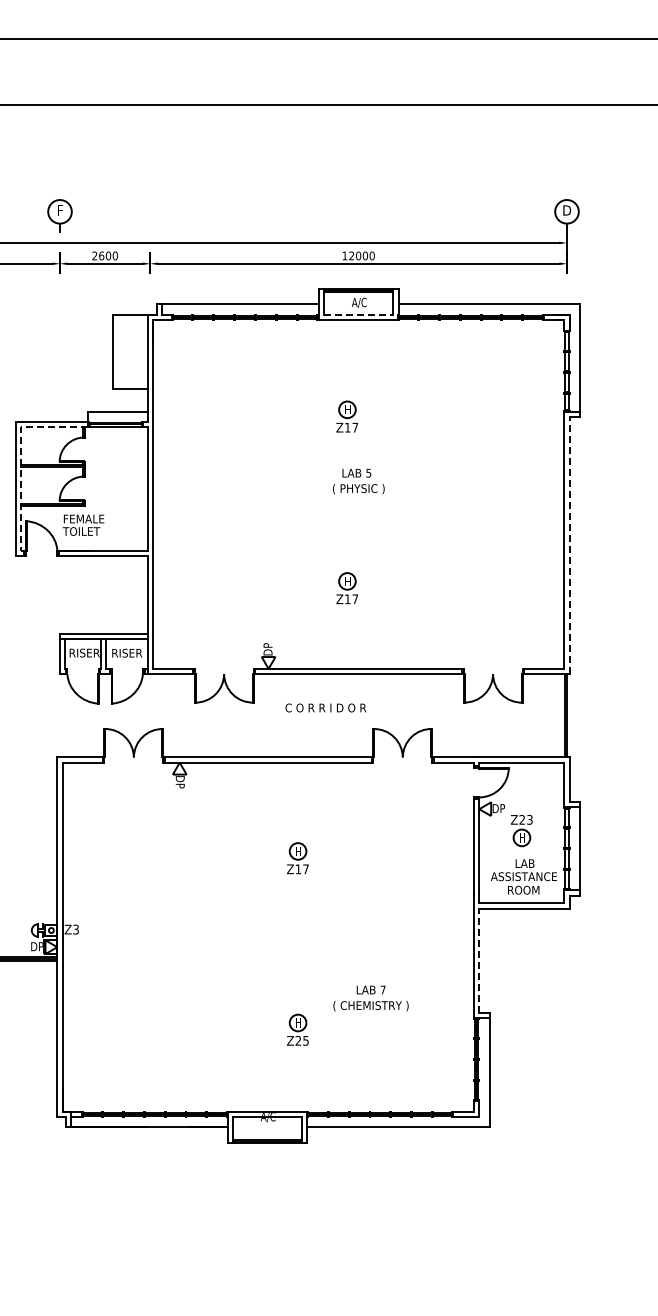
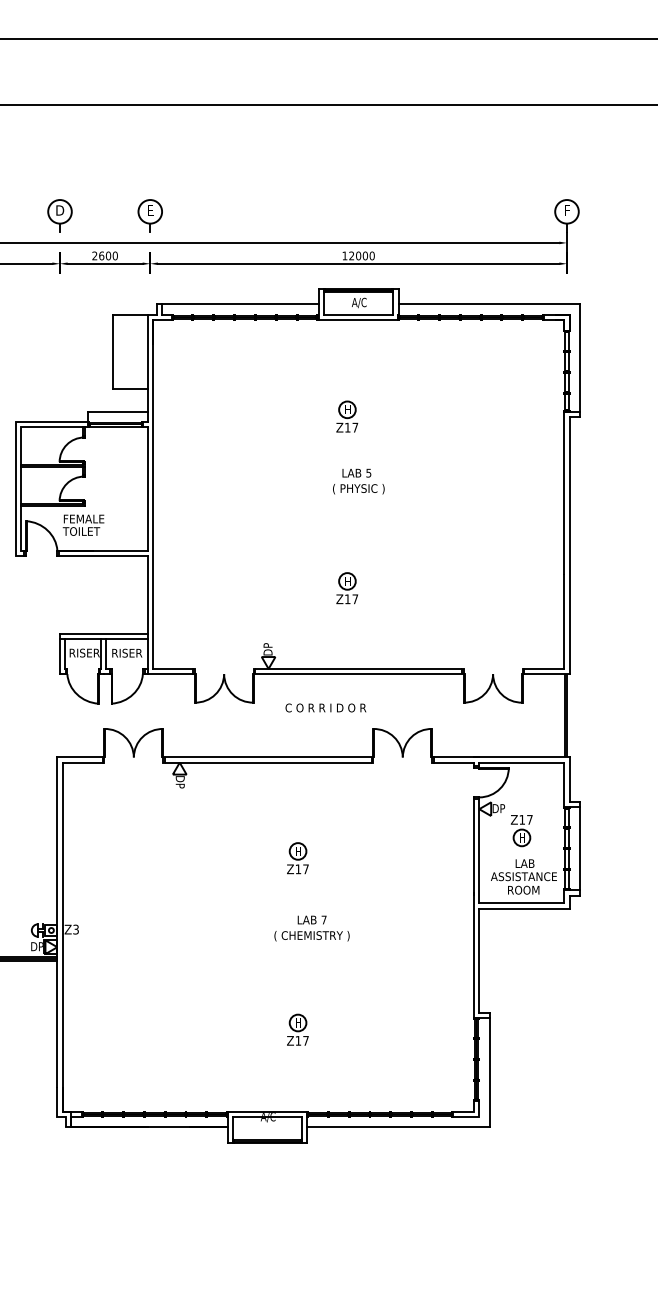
text at (60, 210): F -> D
text at (567, 210): D -> F
part at (149, 215): none -> present
line at (358, 314): dashed -> solid
line at (20, 458): dashed -> solid
line at (569, 545): dashed -> solid
text at (525, 819): Z23 -> Z17
line at (479, 960): dashed -> solid
text at (370, 998) position: (370, 998) -> (311, 928)
text at (301, 1040): Z25 -> Z17
